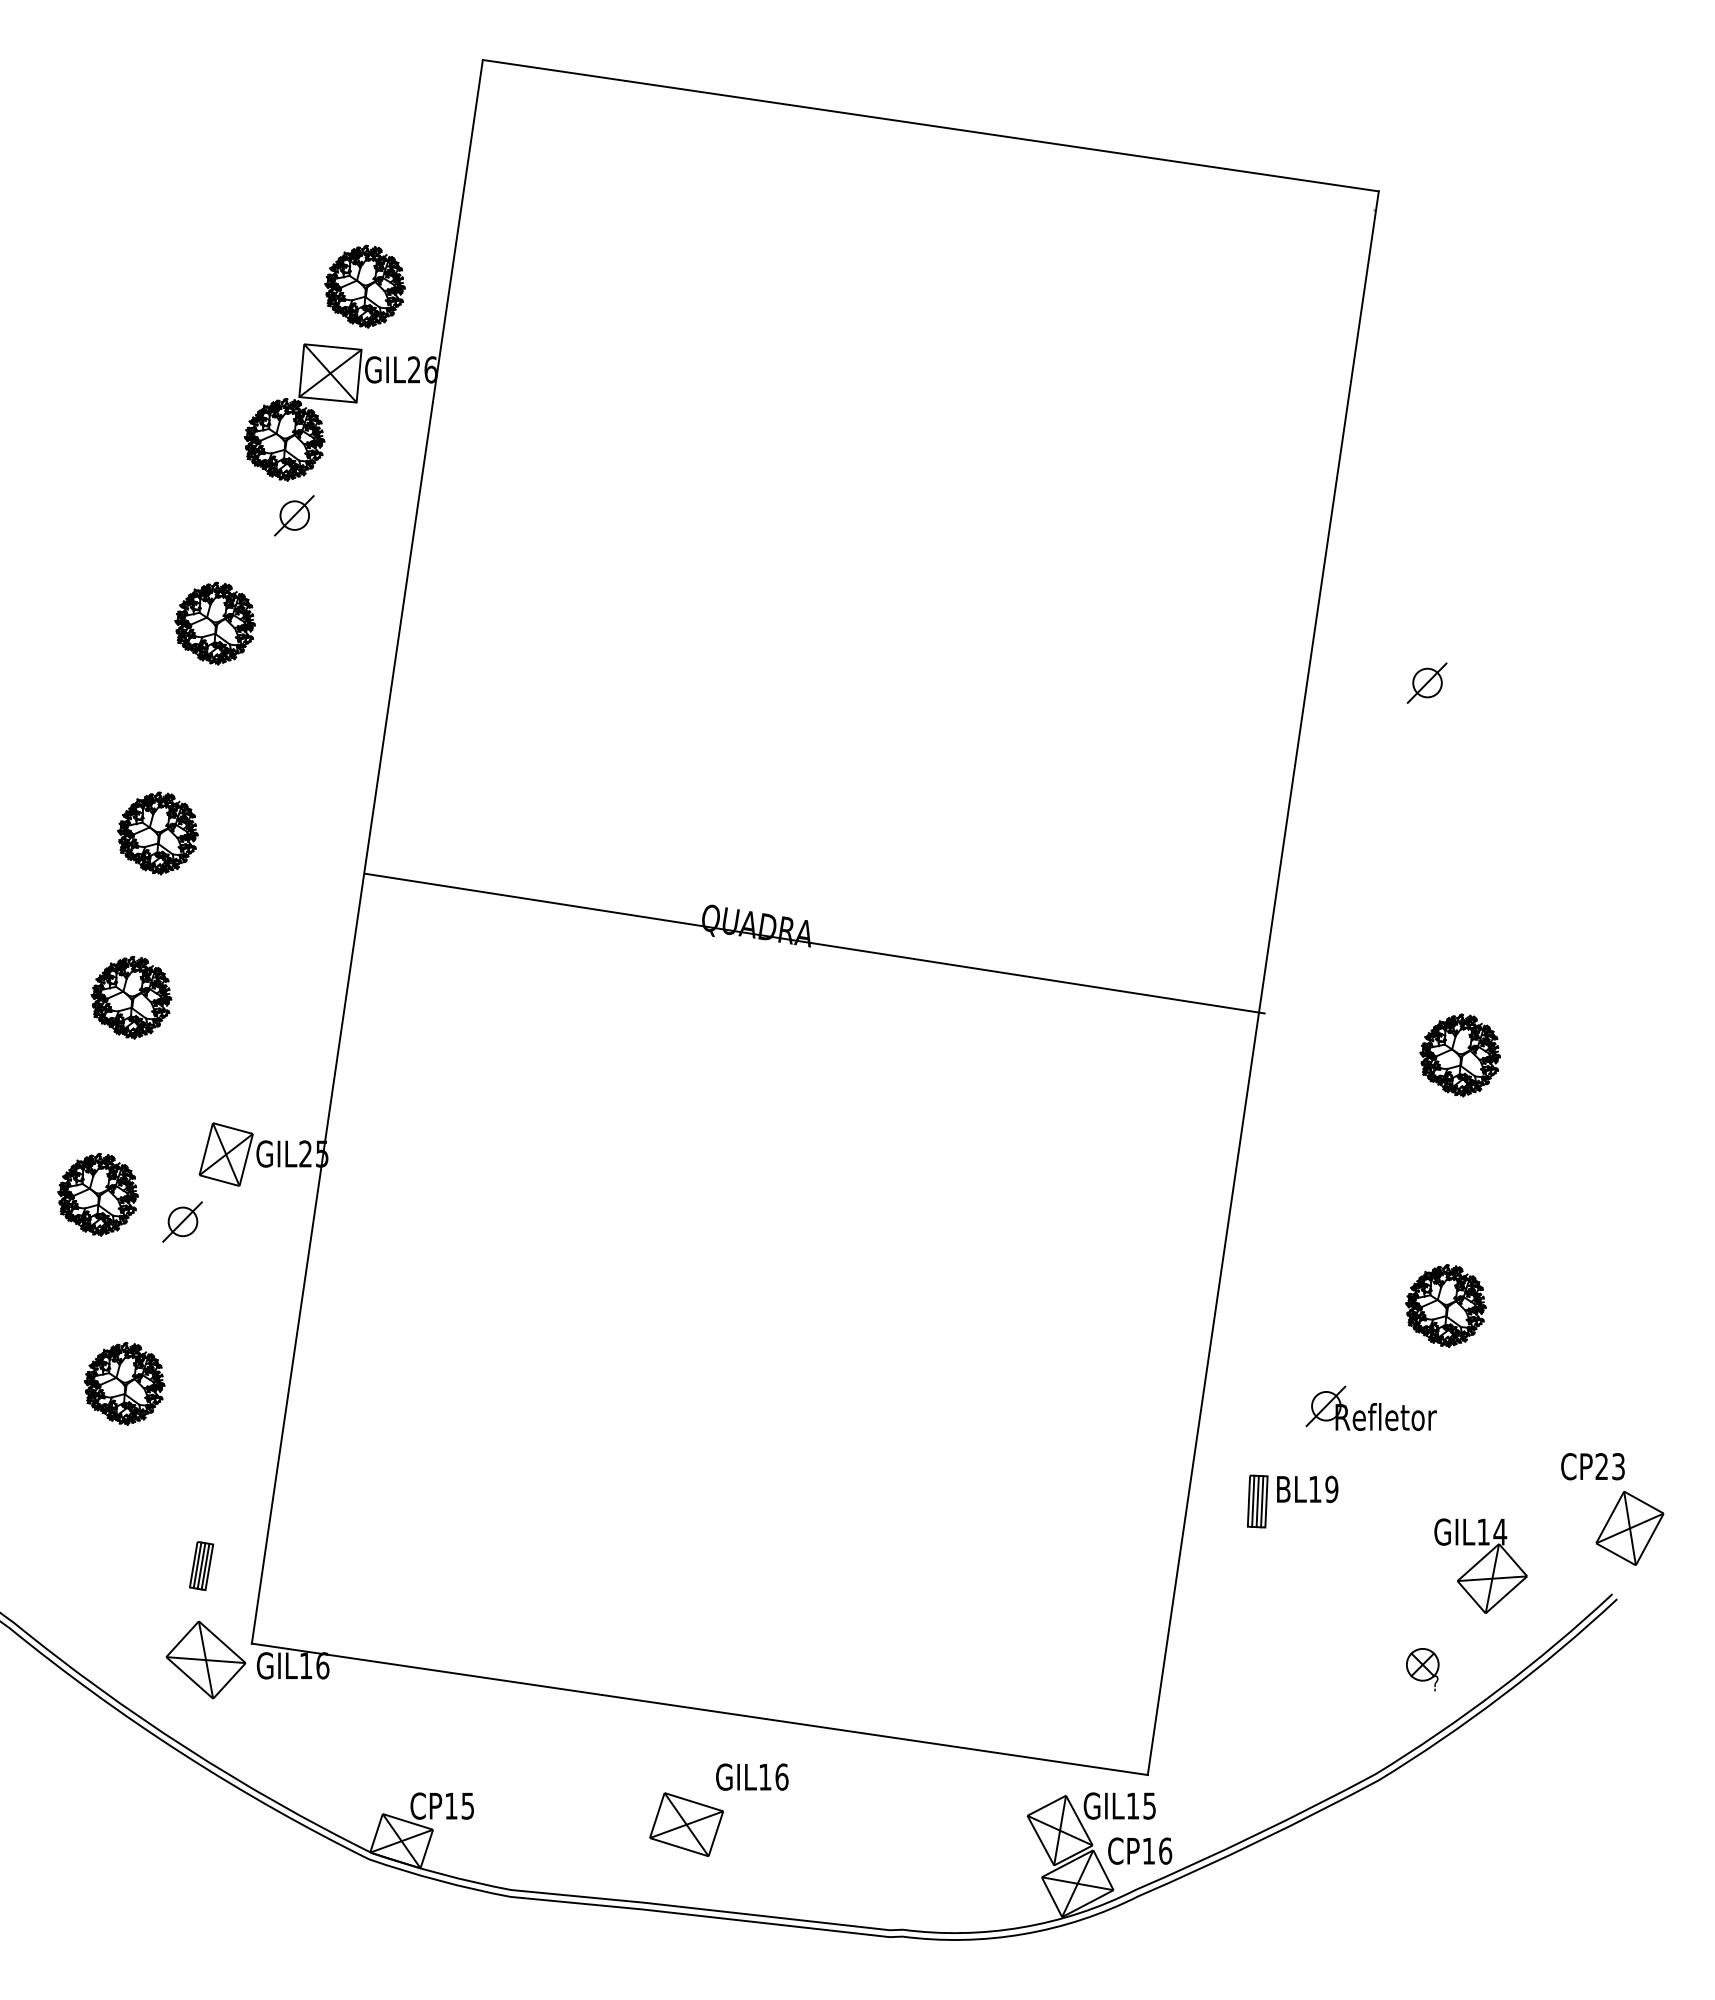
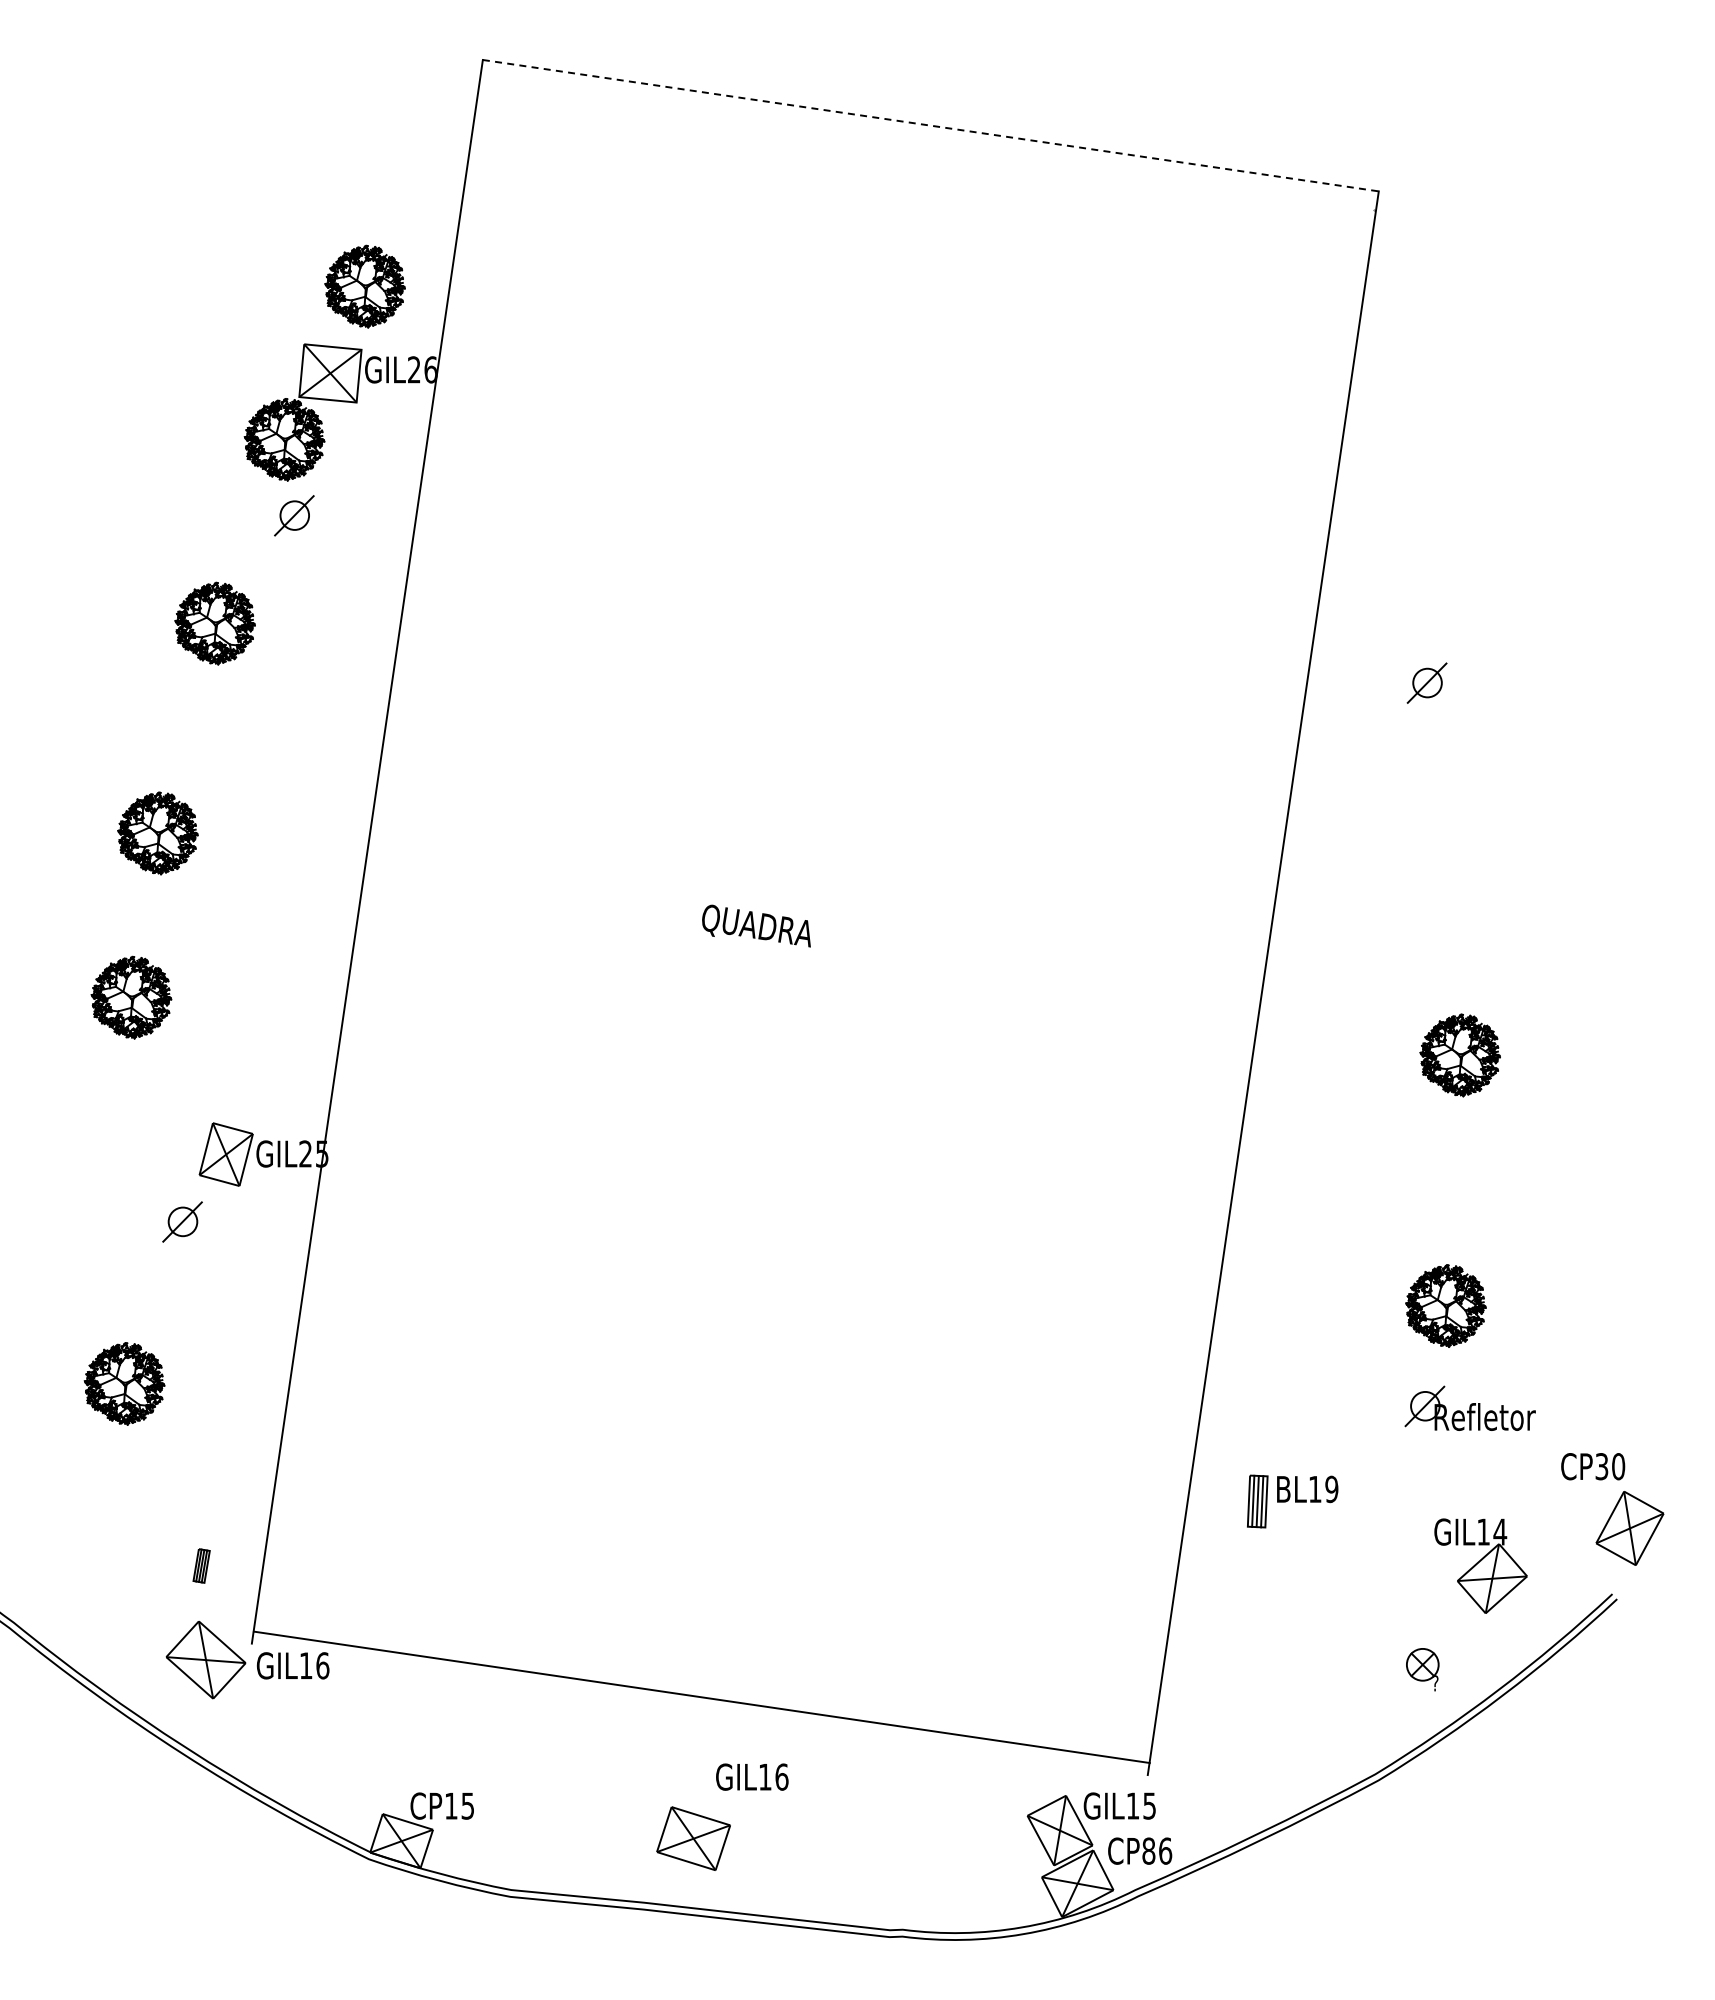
line at (930, 125): solid -> dashed
line at (814, 943): present -> none
part at (97, 1194): present -> none
part at (1370, 1407) position: (1370, 1407) -> (1469, 1407)
text at (1610, 1466): CP23 -> CP30
part at (201, 1565) size: 26x50 px -> 19x36 px
line at (699, 1709) position: (699, 1709) -> (701, 1697)
part at (686, 1824) position: (686, 1824) -> (693, 1838)
text at (1148, 1850): CP16 -> CP86
